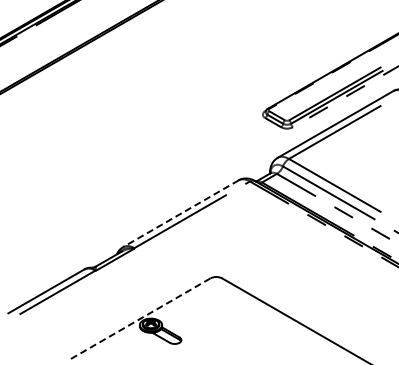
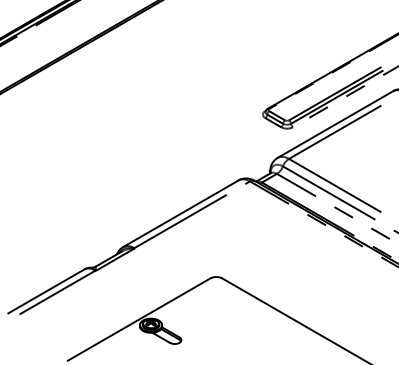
line at (181, 213): dashed -> solid
line at (138, 319): dashed -> solid
